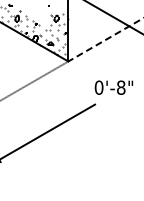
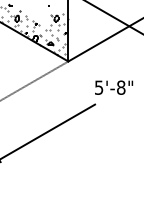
line at (105, 40): dashed -> solid
text at (98, 87): 0'-8" -> 5'-8"
